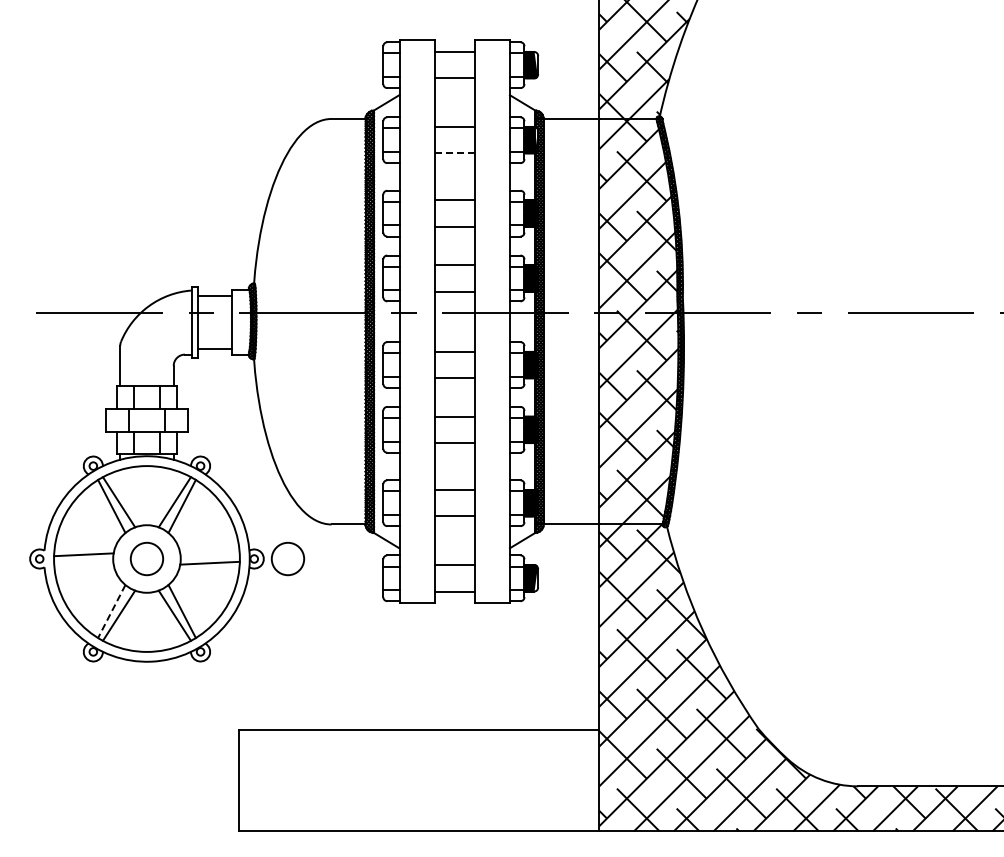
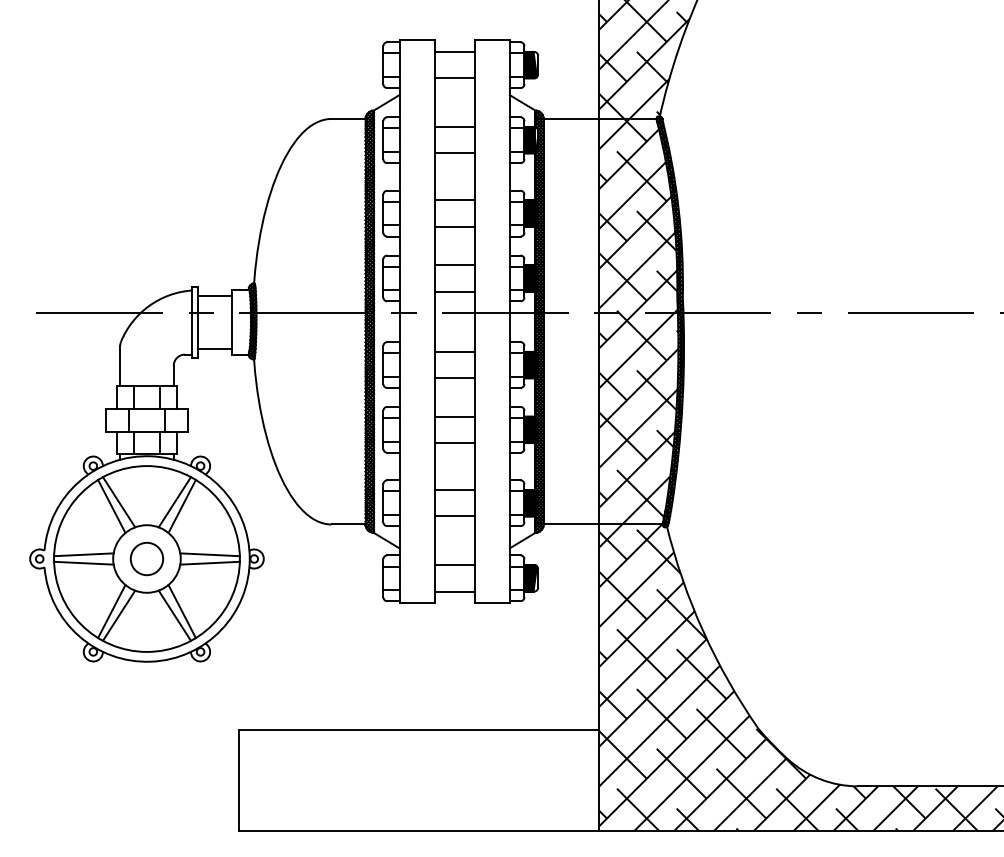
line at (455, 153): dashed -> solid
line at (209, 554): none -> present
circle at (287, 558): present -> none
line at (83, 562): none -> present
line at (111, 611): dashed -> solid
